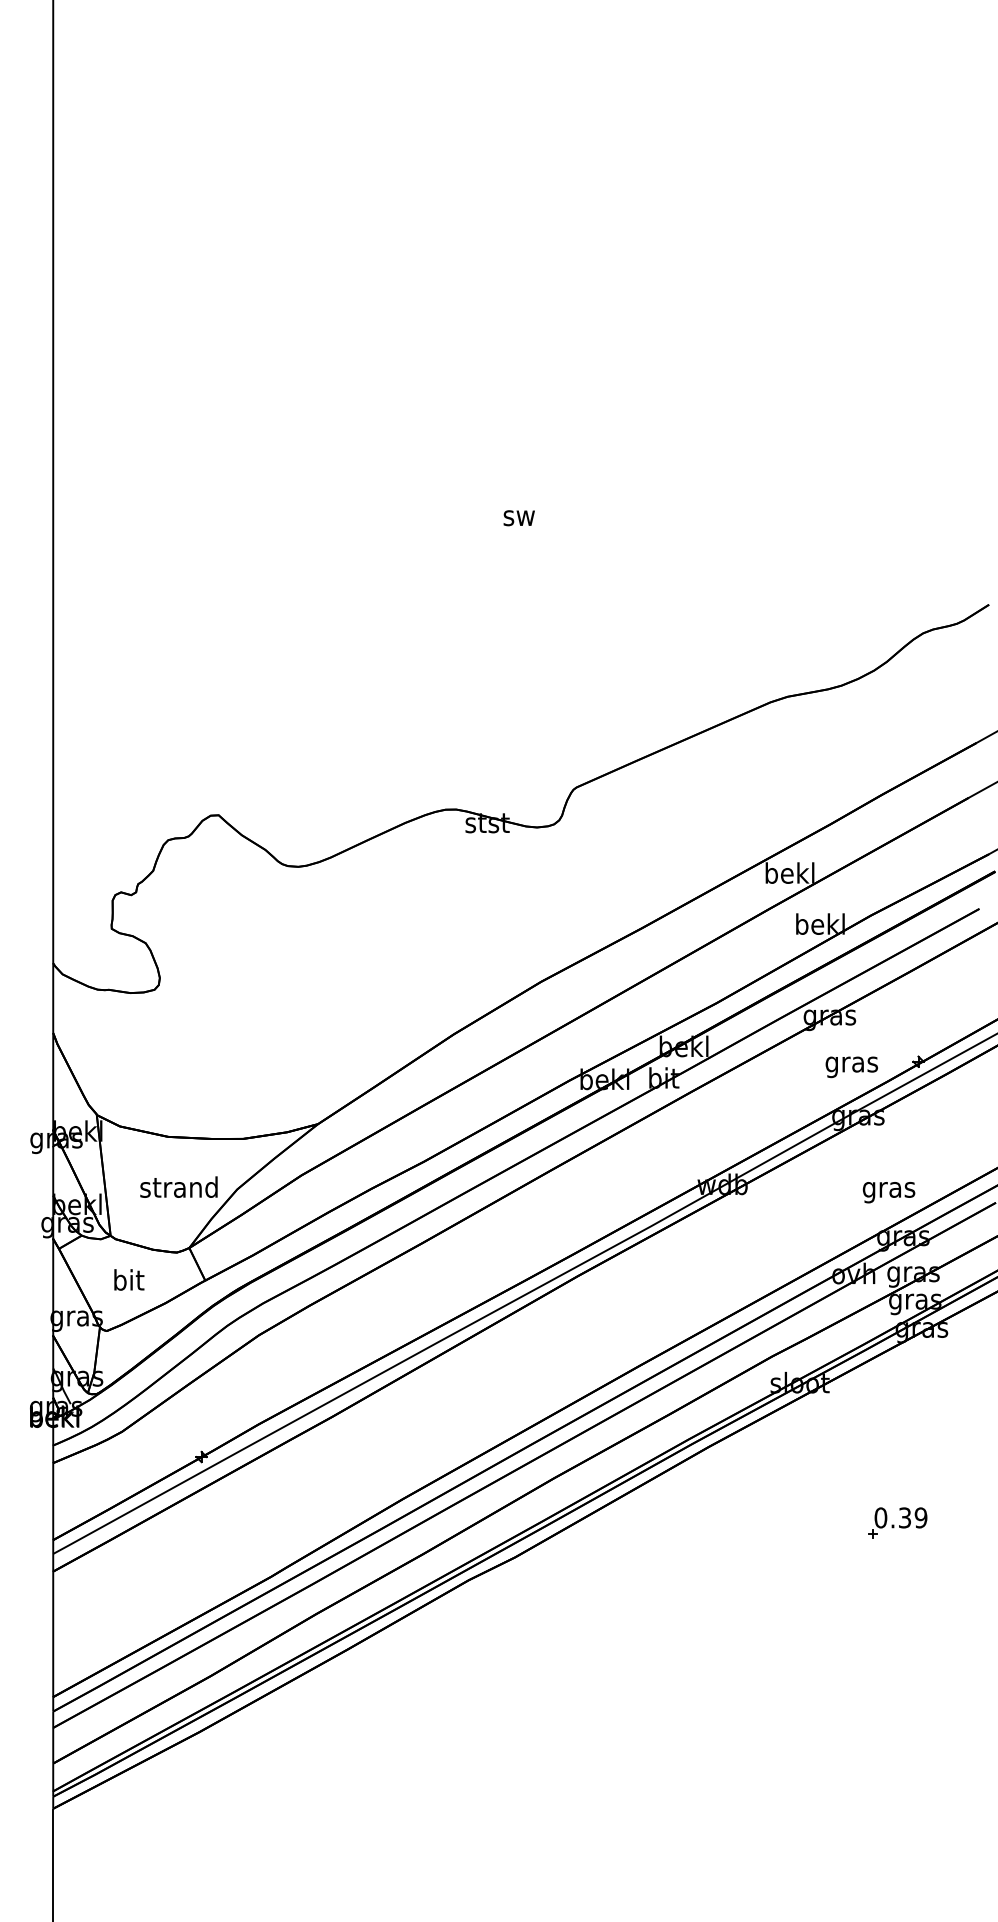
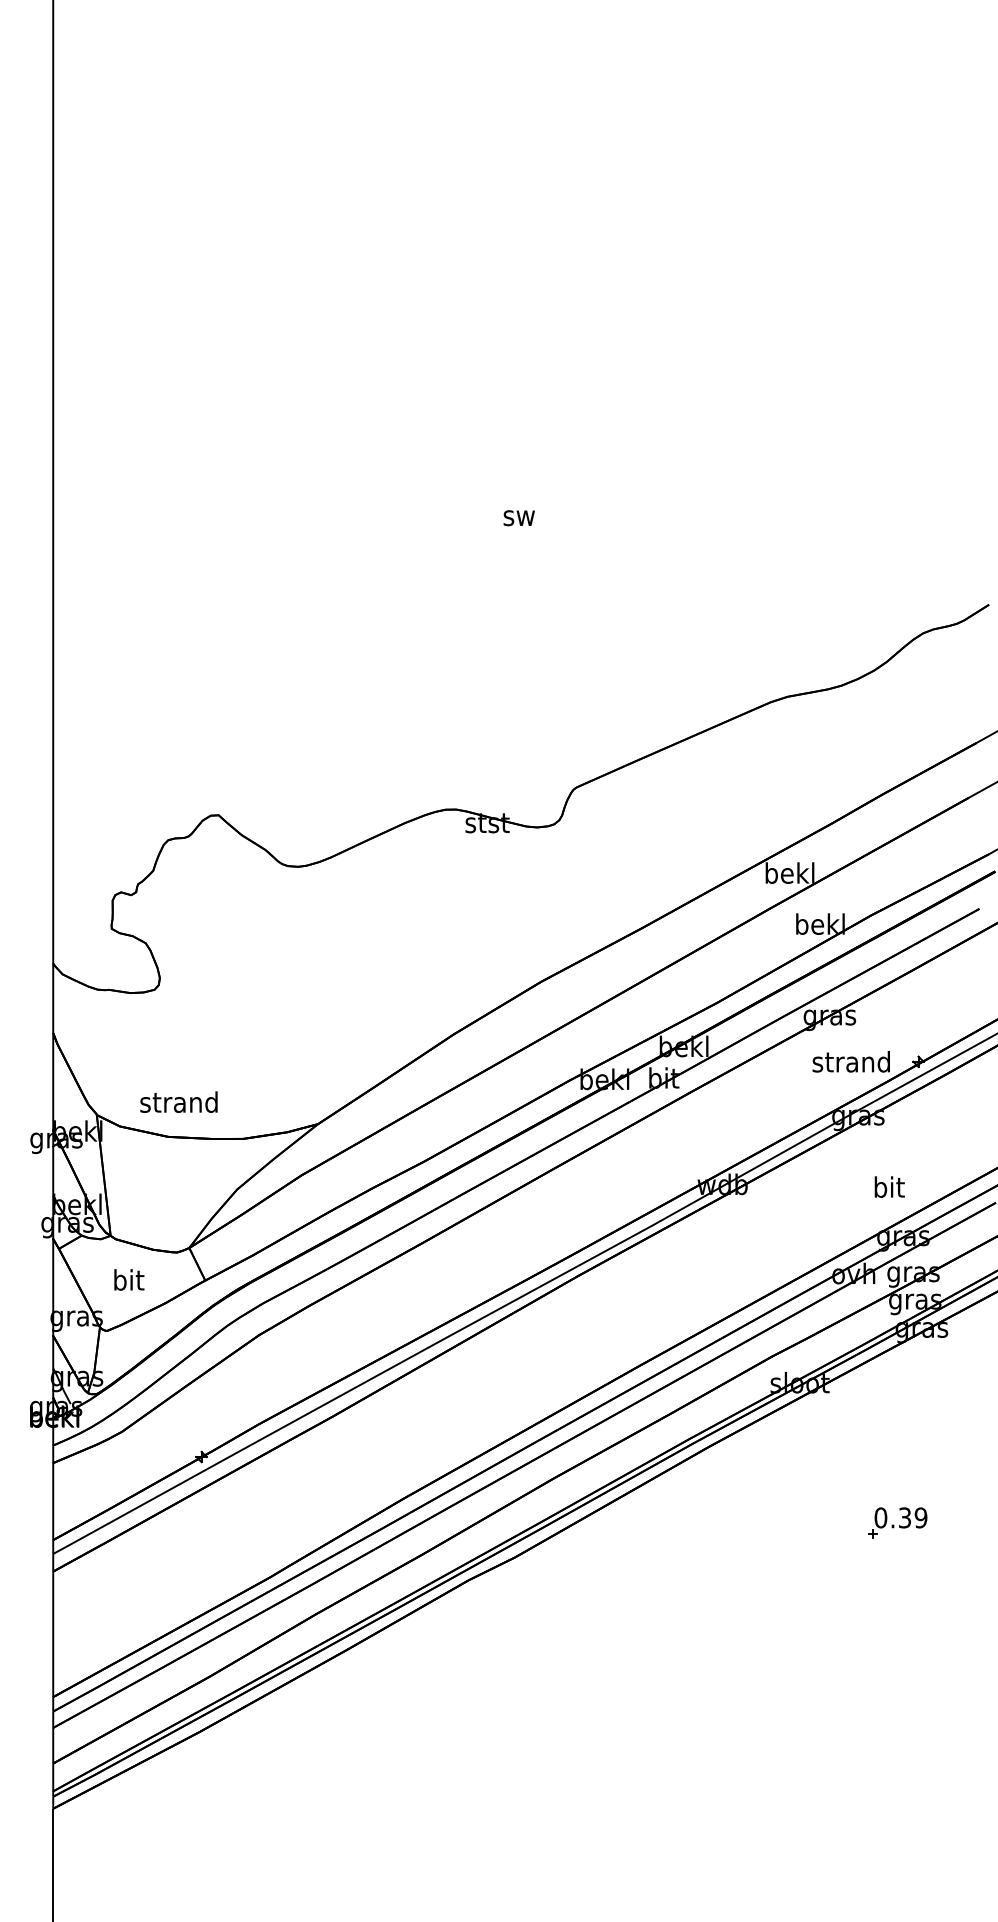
text at (850, 1064): gras -> strand
text at (178, 1186) position: (178, 1186) -> (178, 1101)
text at (888, 1189): gras -> bit
